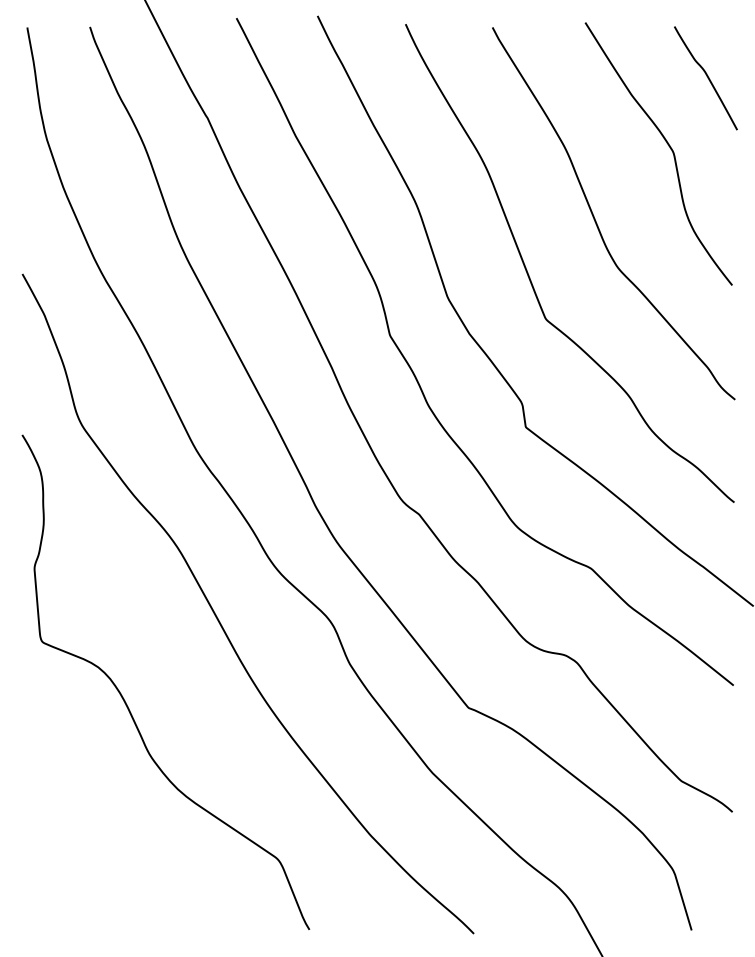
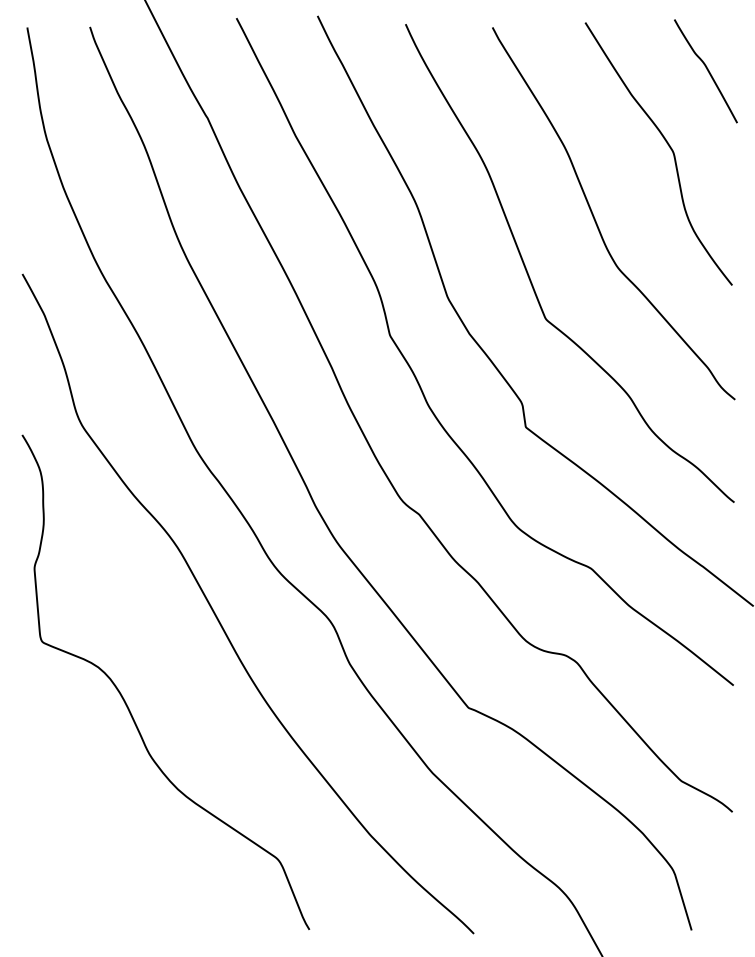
curve at (707, 78) position: (707, 78) -> (707, 71)
